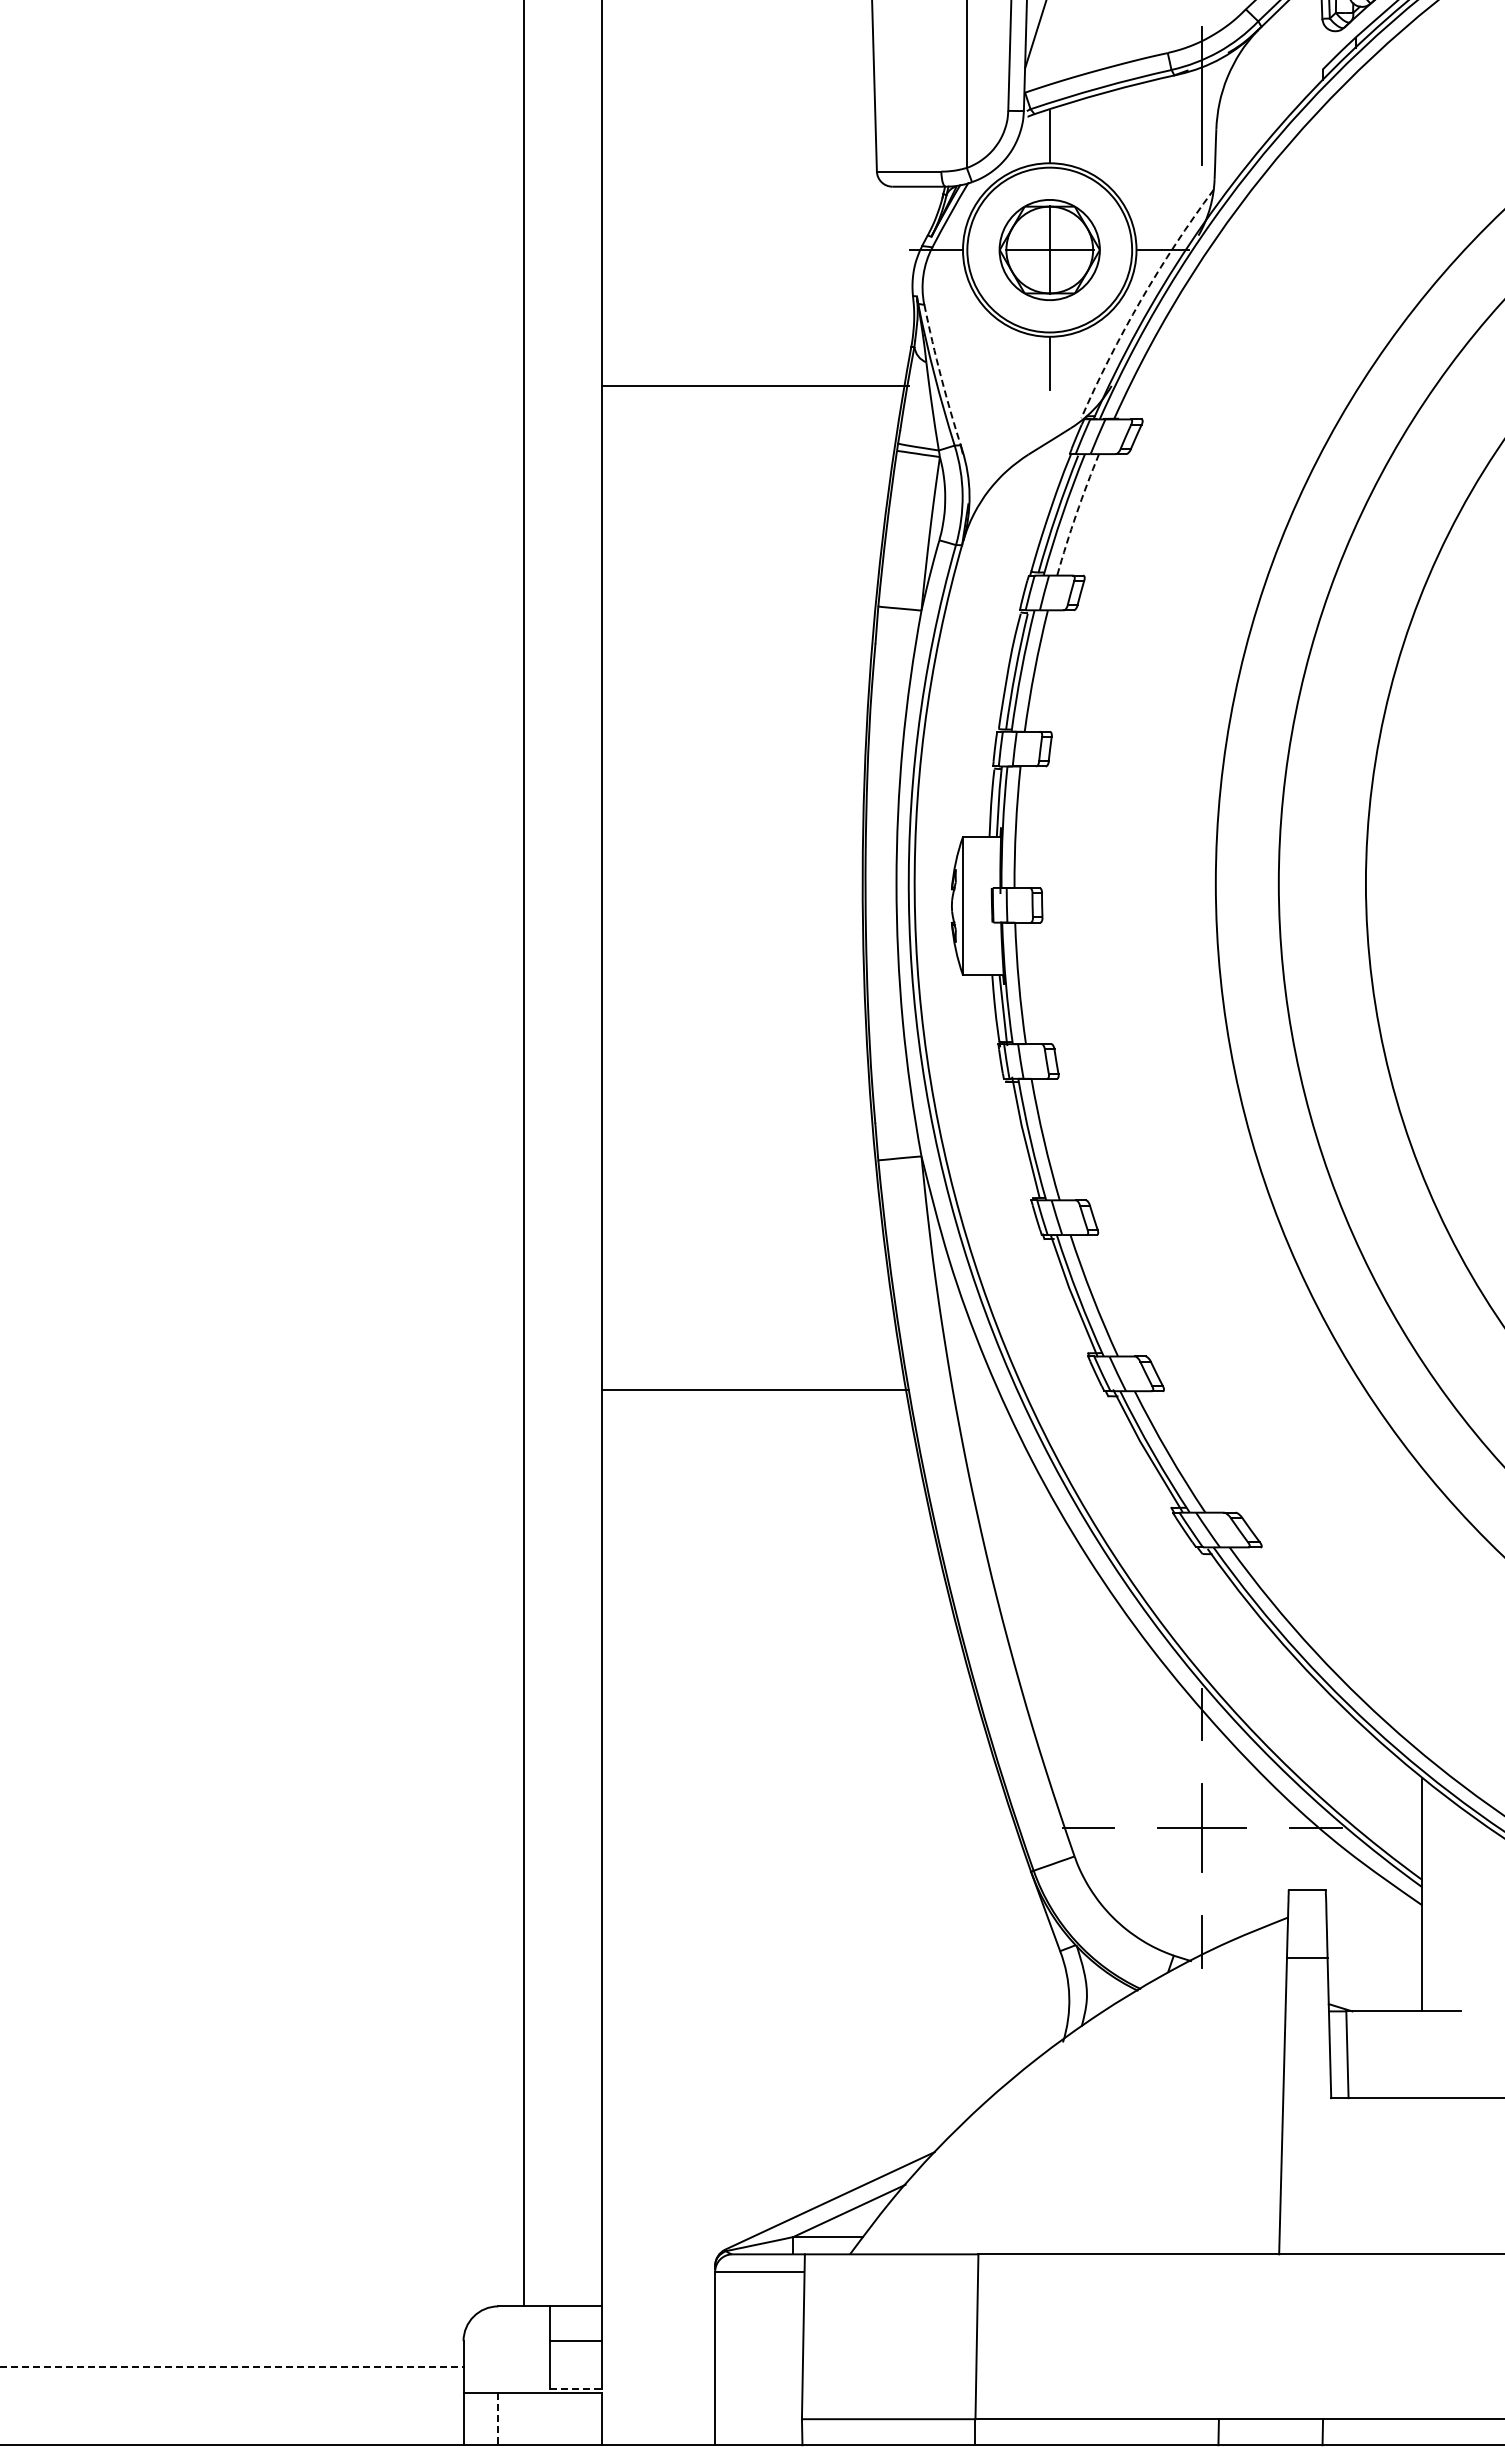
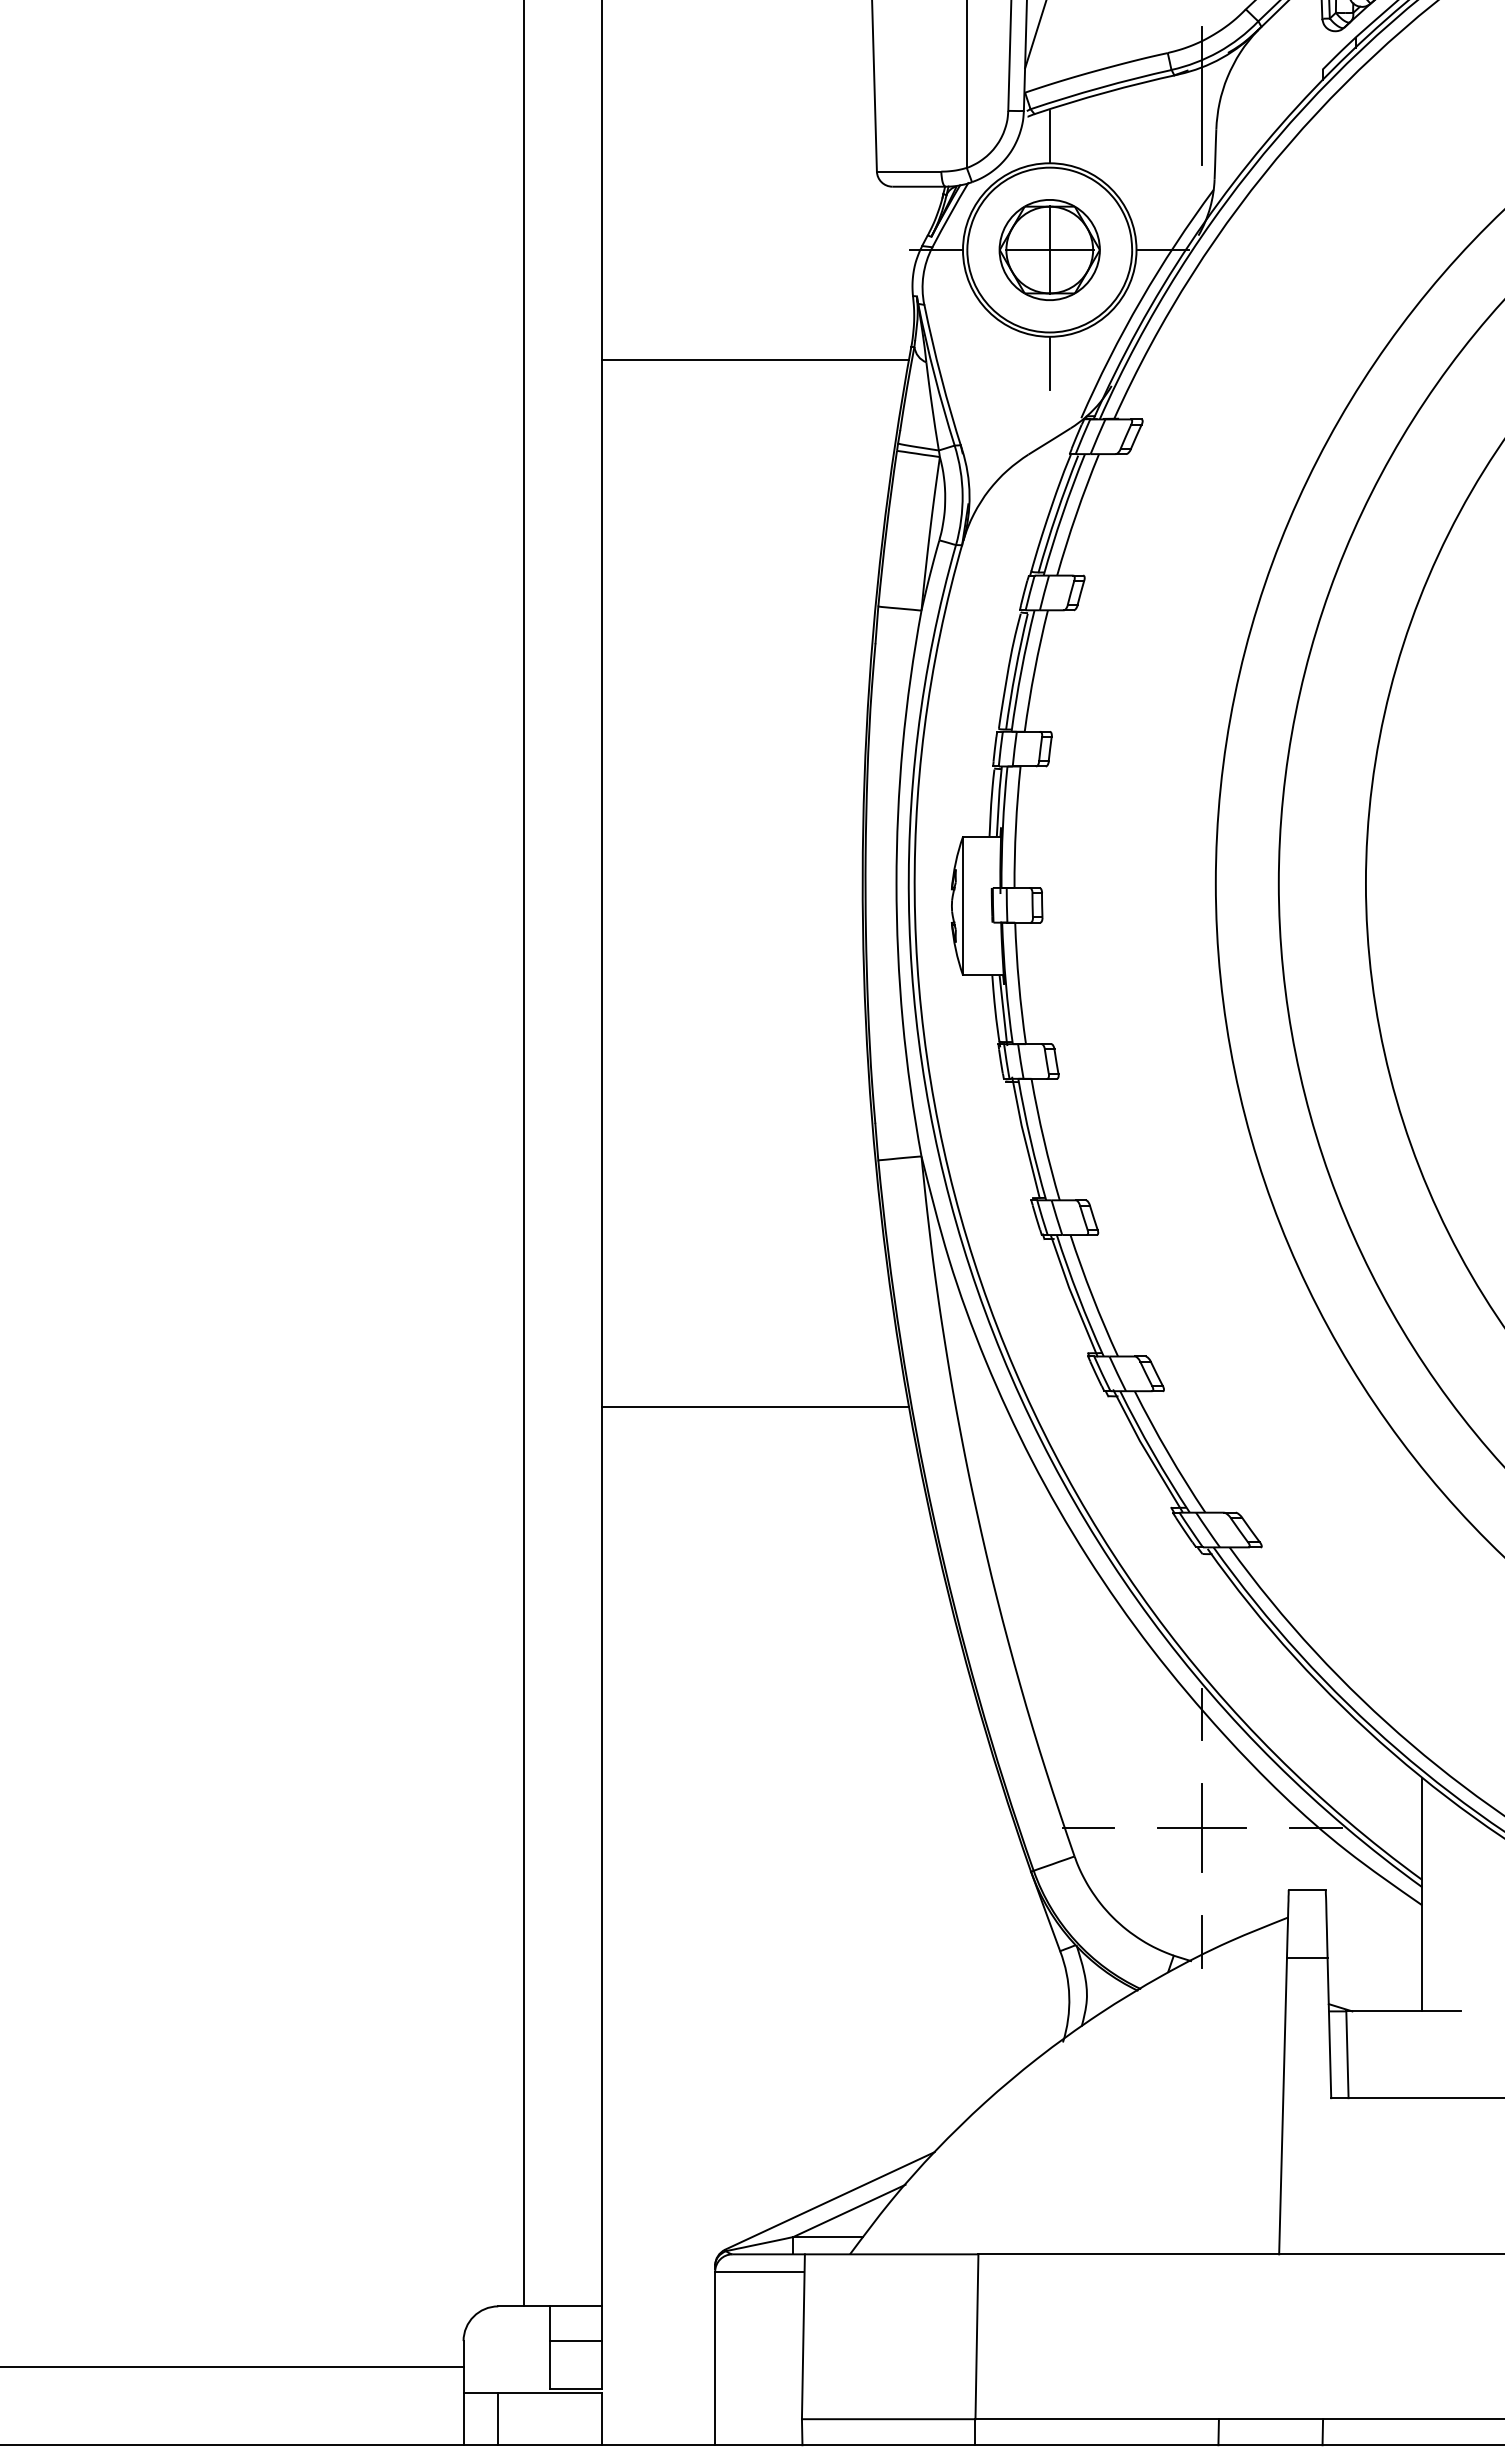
arc at (1141, 300): dashed -> solid
arc at (941, 377): dashed -> solid
line at (755, 386) position: (755, 386) -> (755, 360)
arc at (1076, 514): dashed -> solid
line at (755, 1389) position: (755, 1389) -> (755, 1406)
line at (232, 2367): dashed -> solid
line at (576, 2388): dashed -> solid
line at (498, 2419): dashed -> solid
